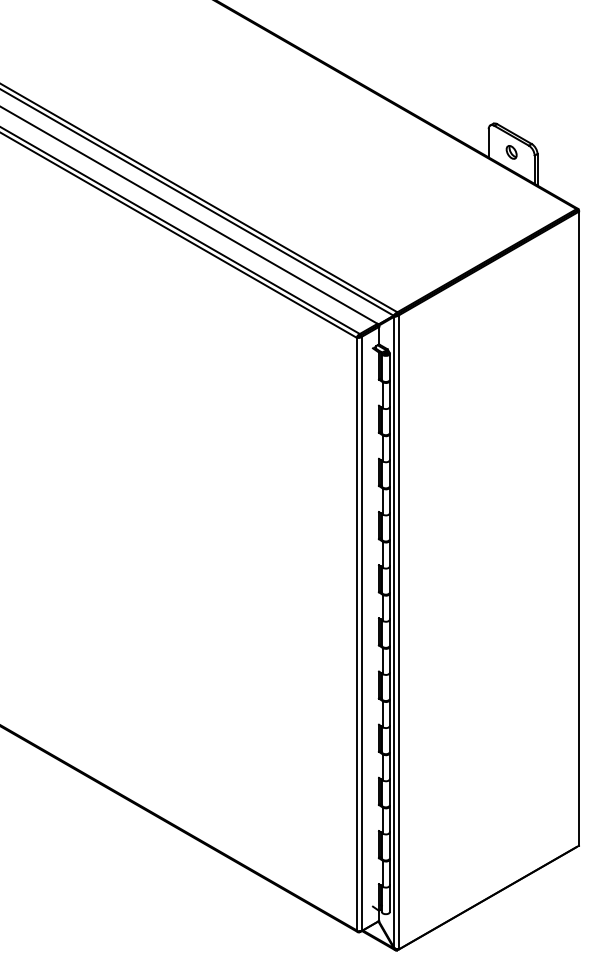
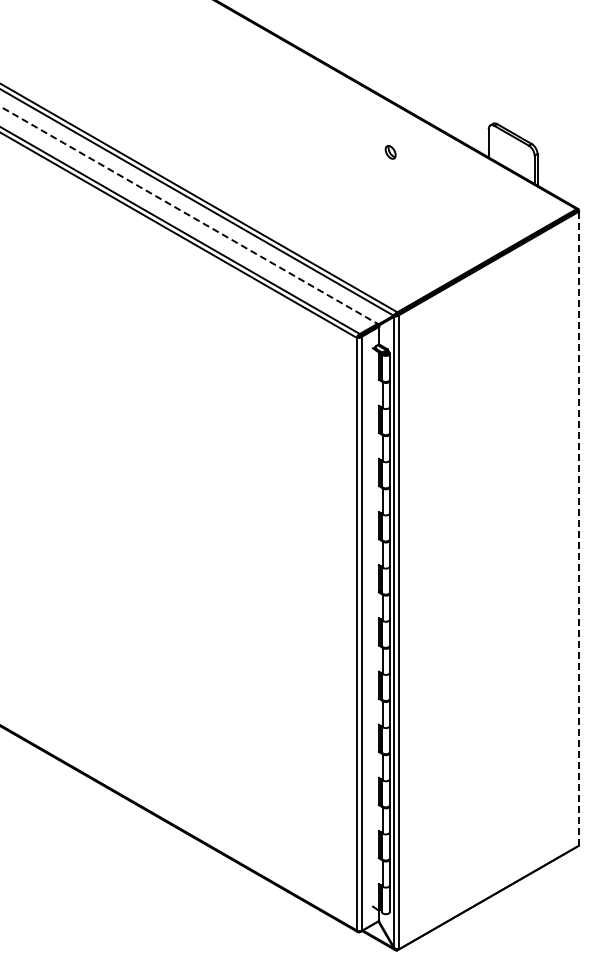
part at (511, 152) position: (511, 152) -> (390, 152)
line at (188, 215): solid -> dashed
line at (578, 529): solid -> dashed
